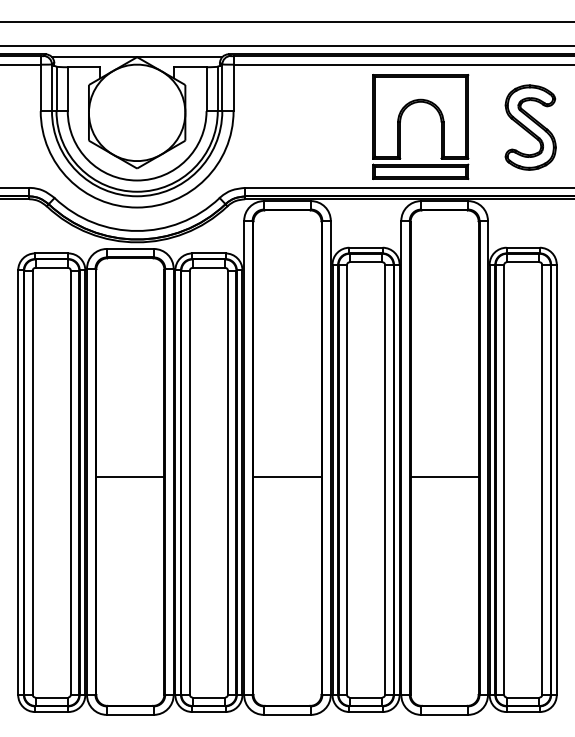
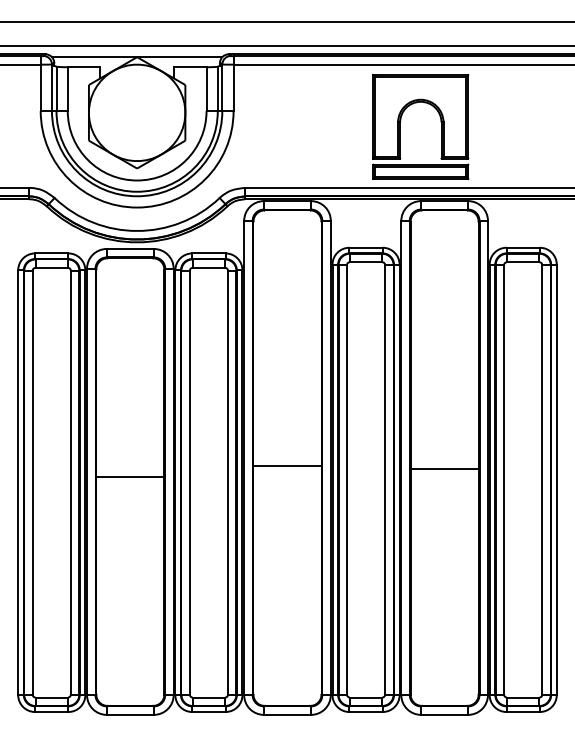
part at (530, 127): present -> none
line at (287, 476) position: (287, 476) -> (287, 465)
line at (444, 476) position: (444, 476) -> (444, 468)
